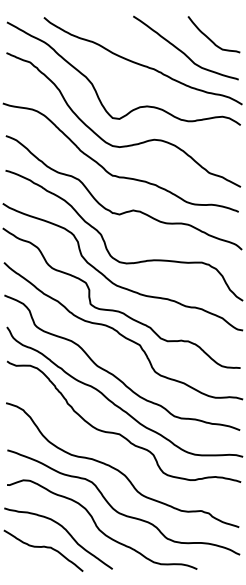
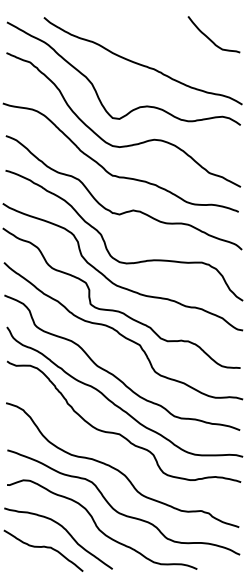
curve at (183, 51): present -> none
